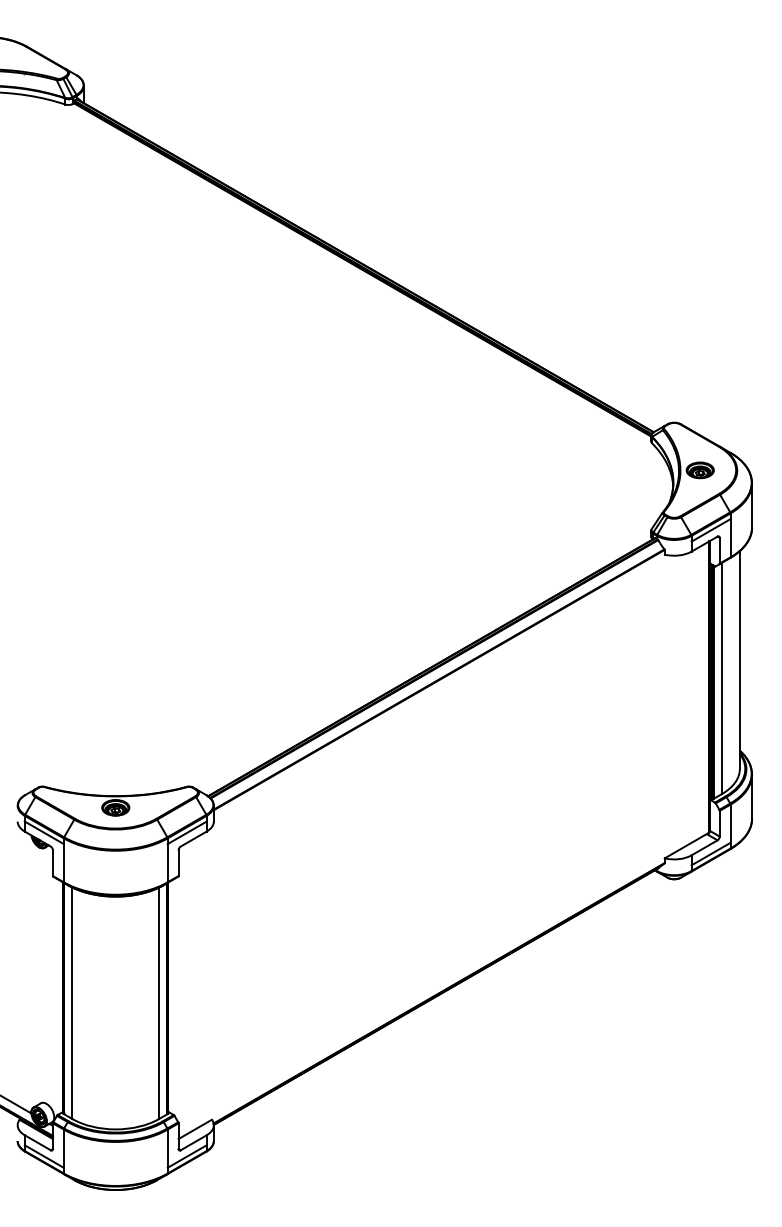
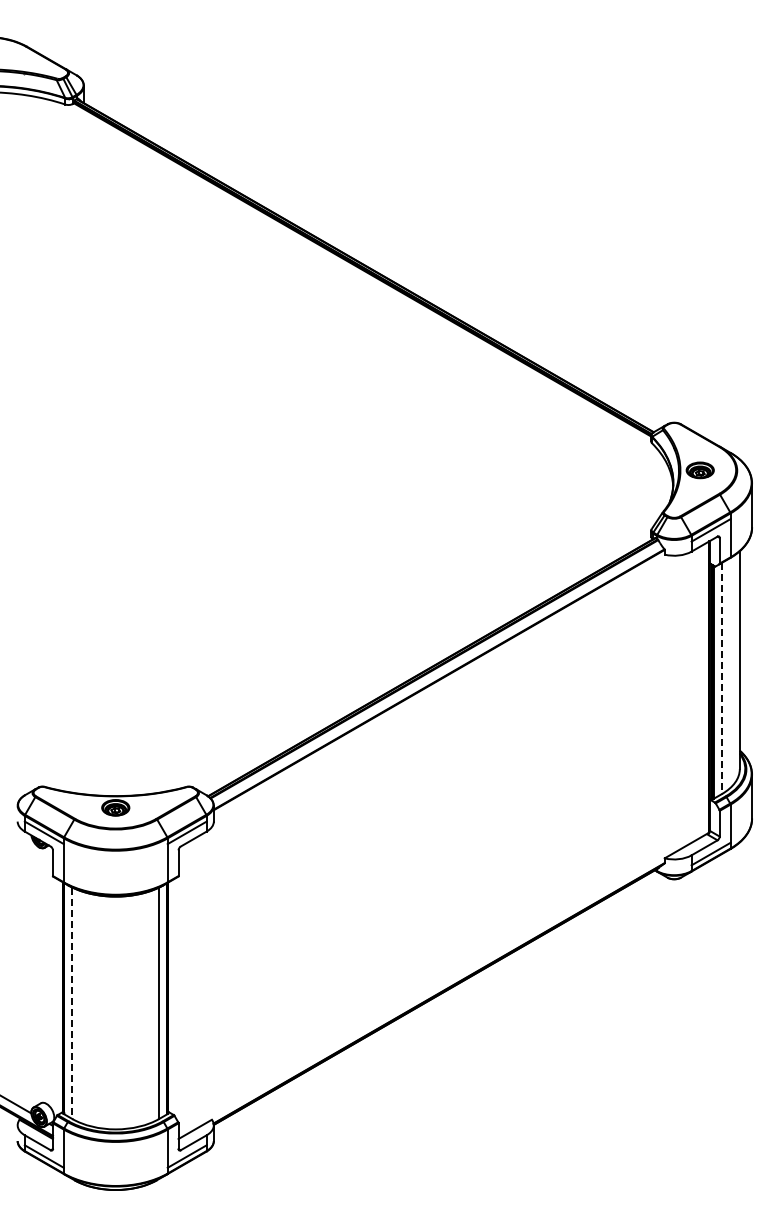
line at (721, 678): solid -> dashed
line at (72, 1003): solid -> dashed
